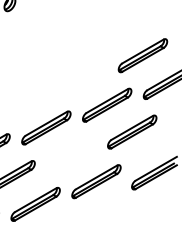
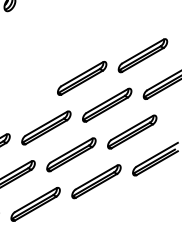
part at (82, 78): none -> present
part at (71, 154): none -> present
part at (154, 172) position: (154, 172) -> (155, 158)
